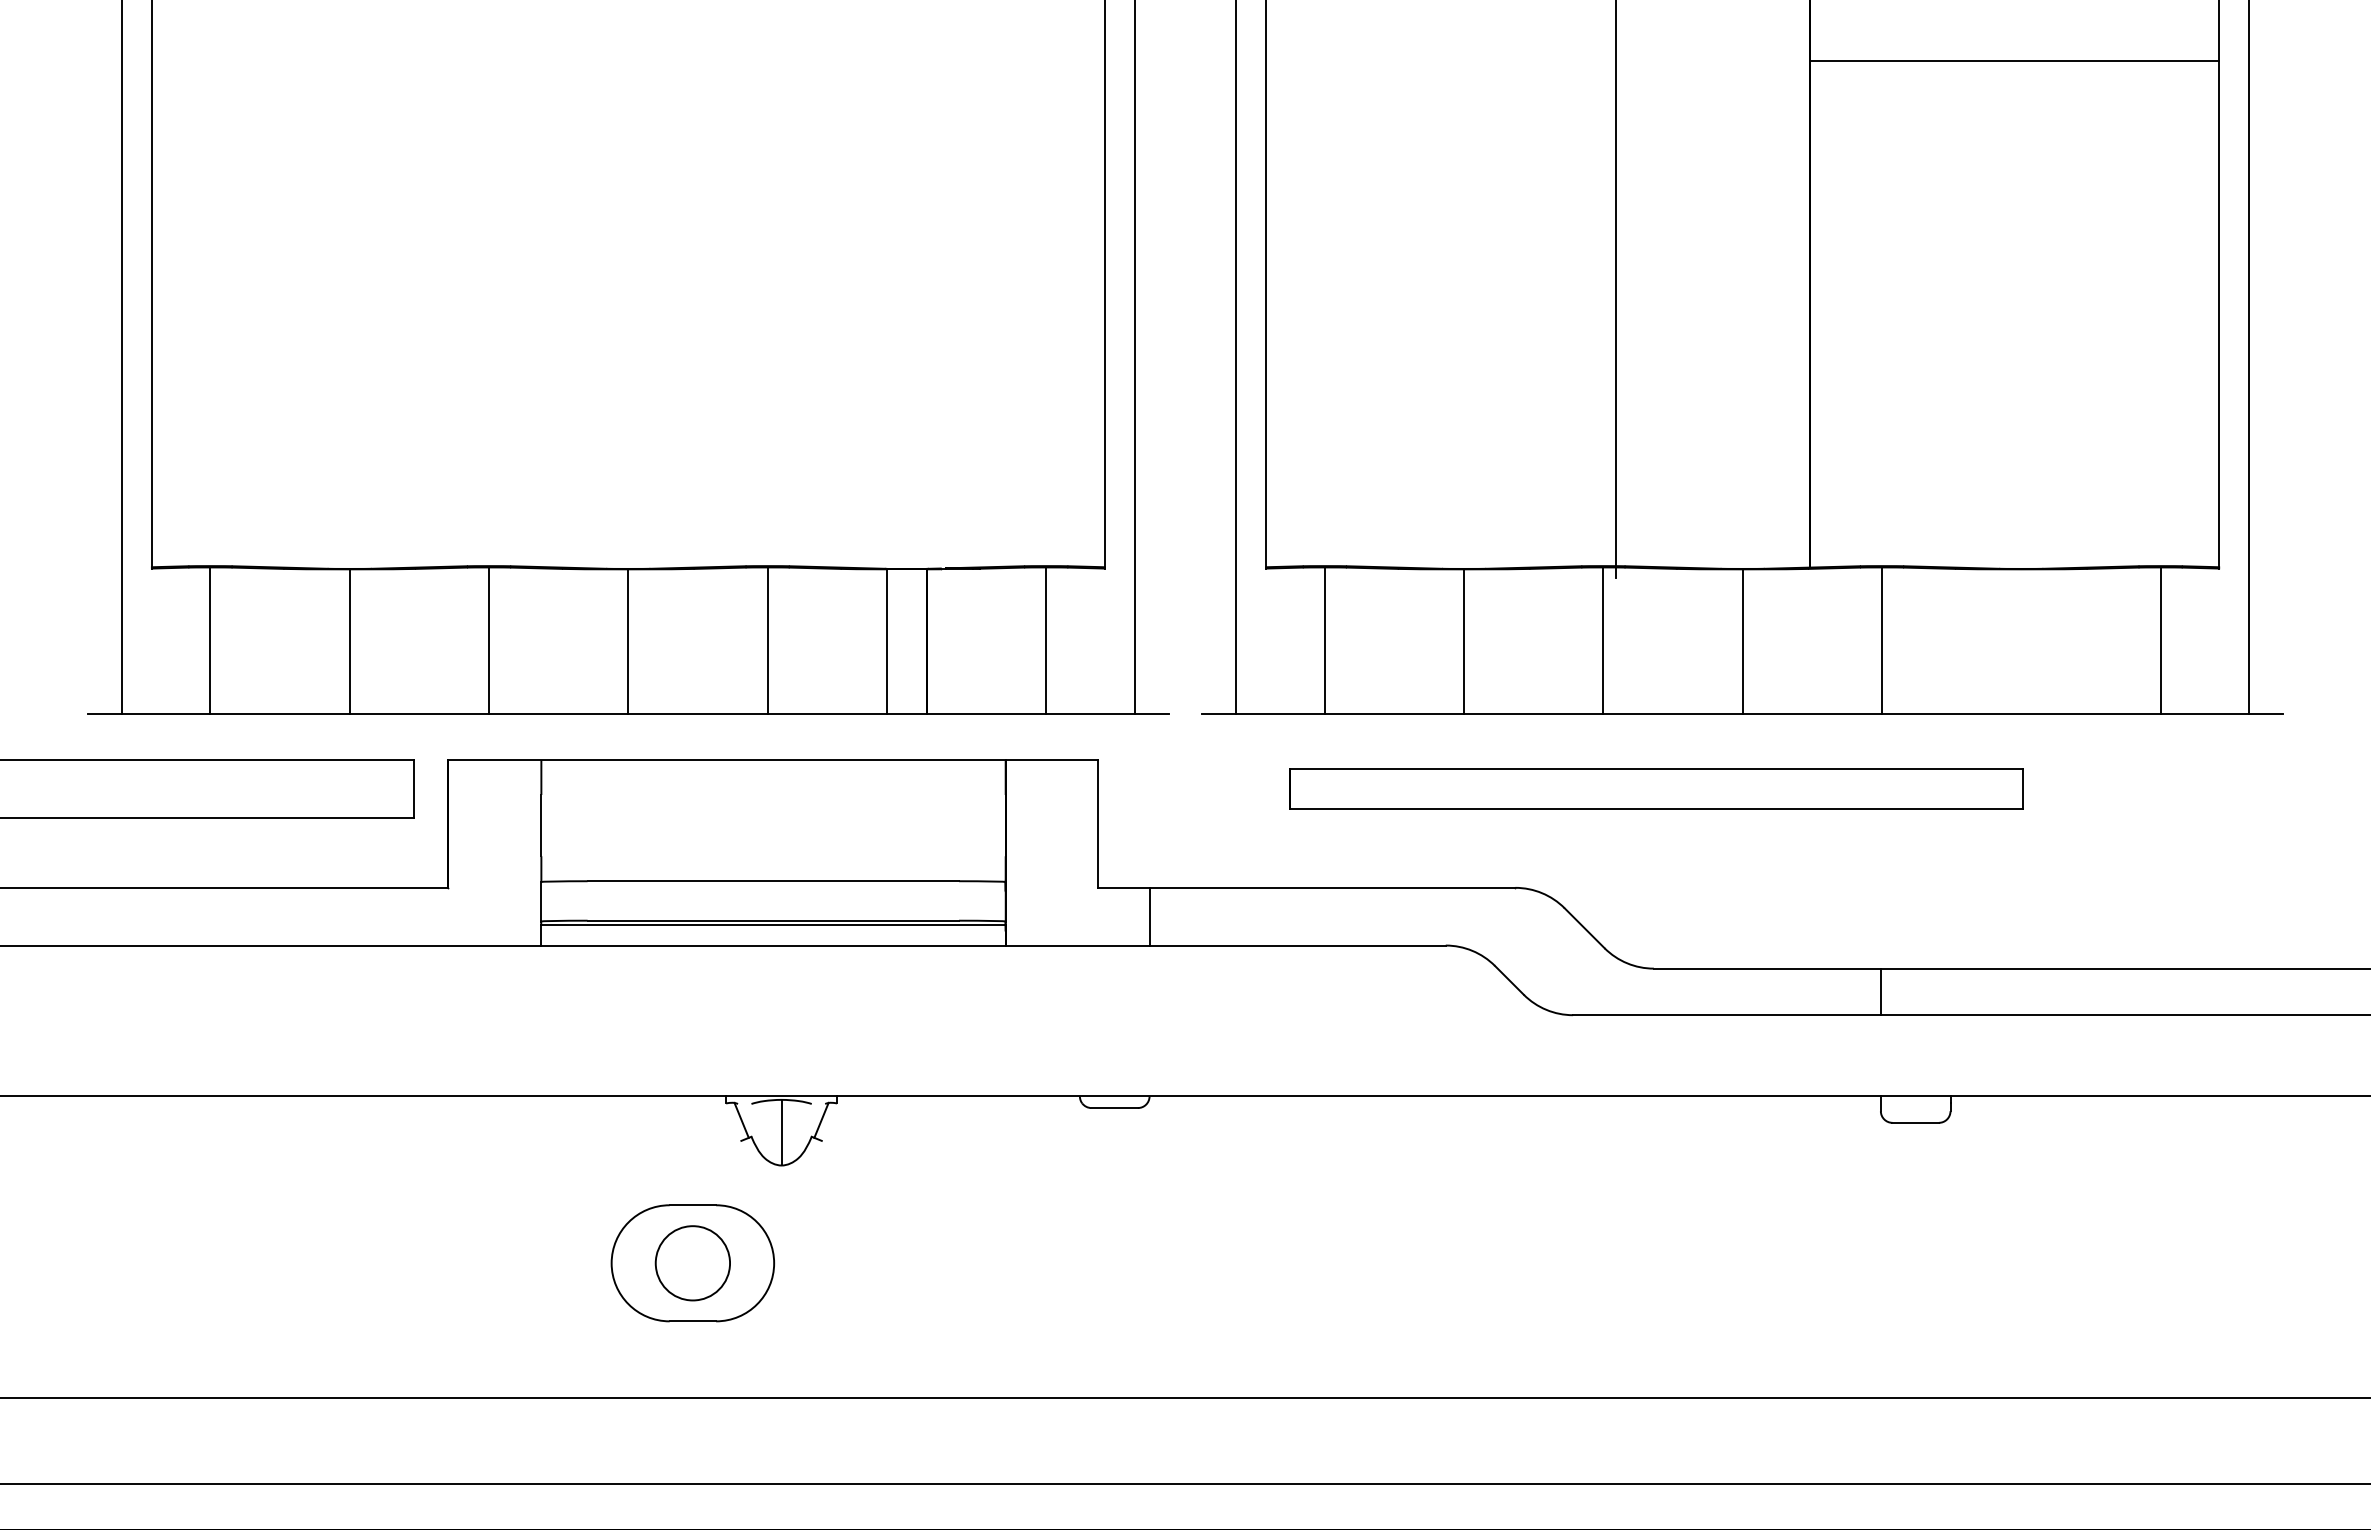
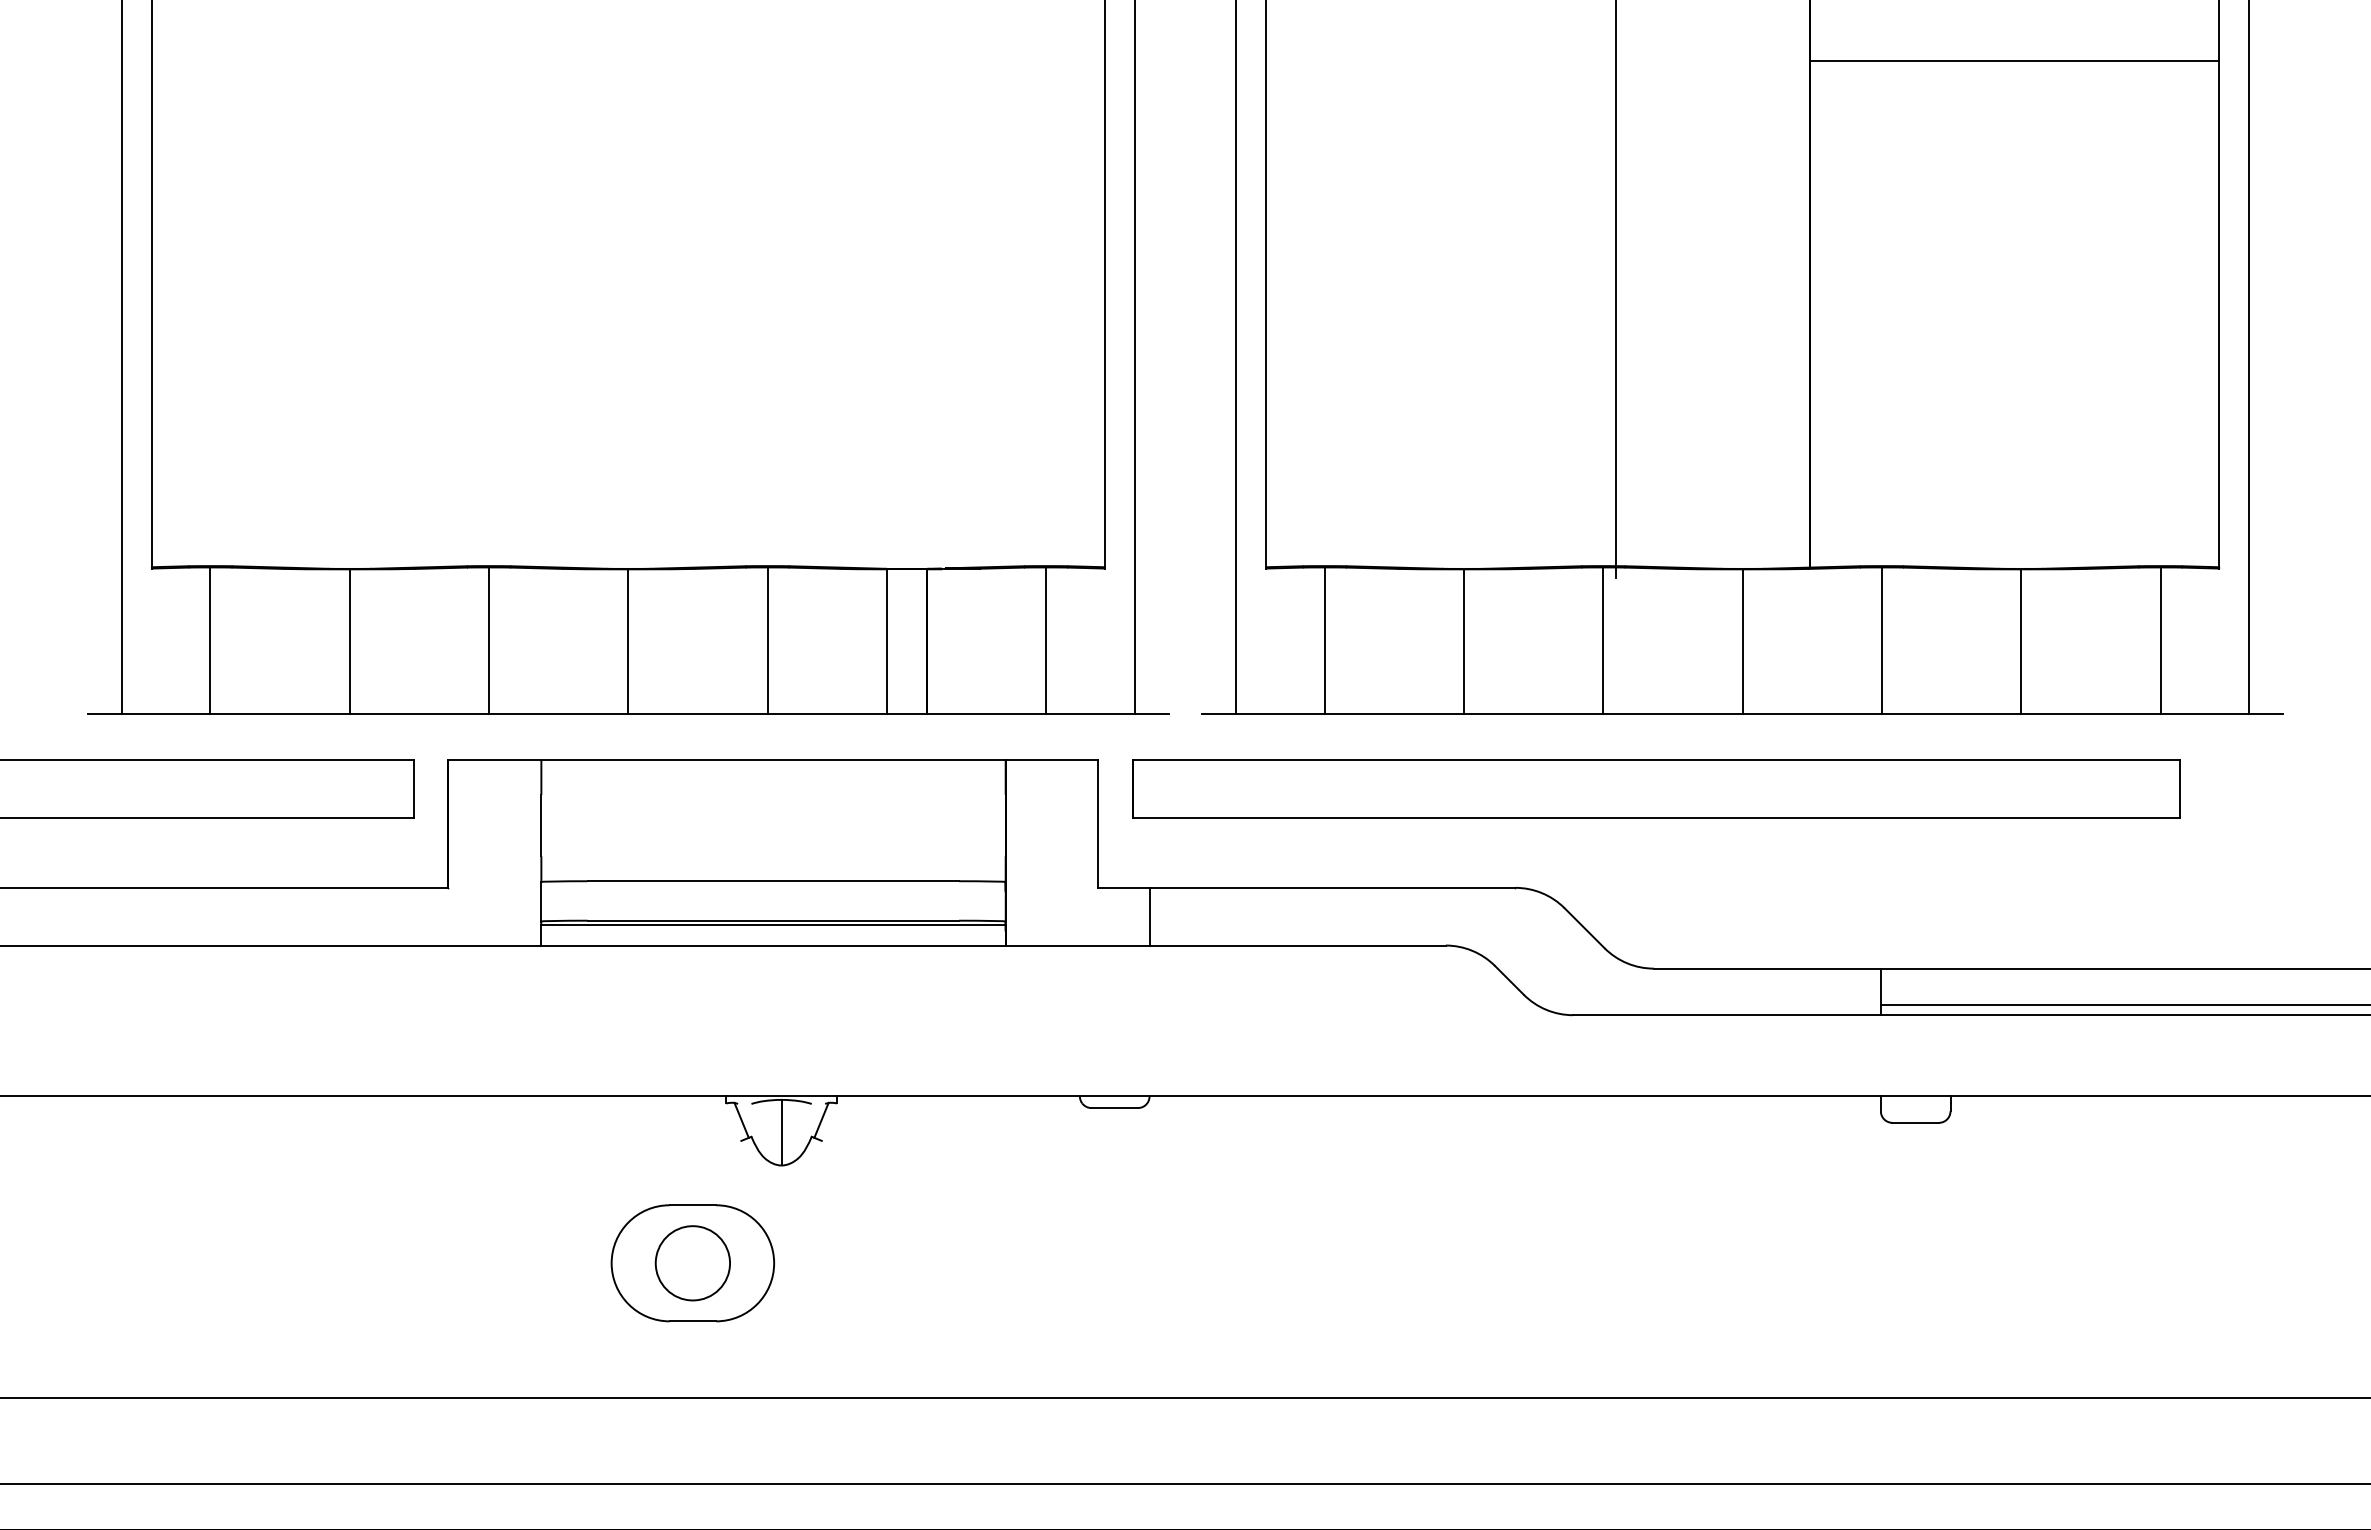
line at (2021, 641): none -> present
part at (1656, 788) size: 735x42 px -> 1049x60 px
line at (2123, 1005): none -> present
